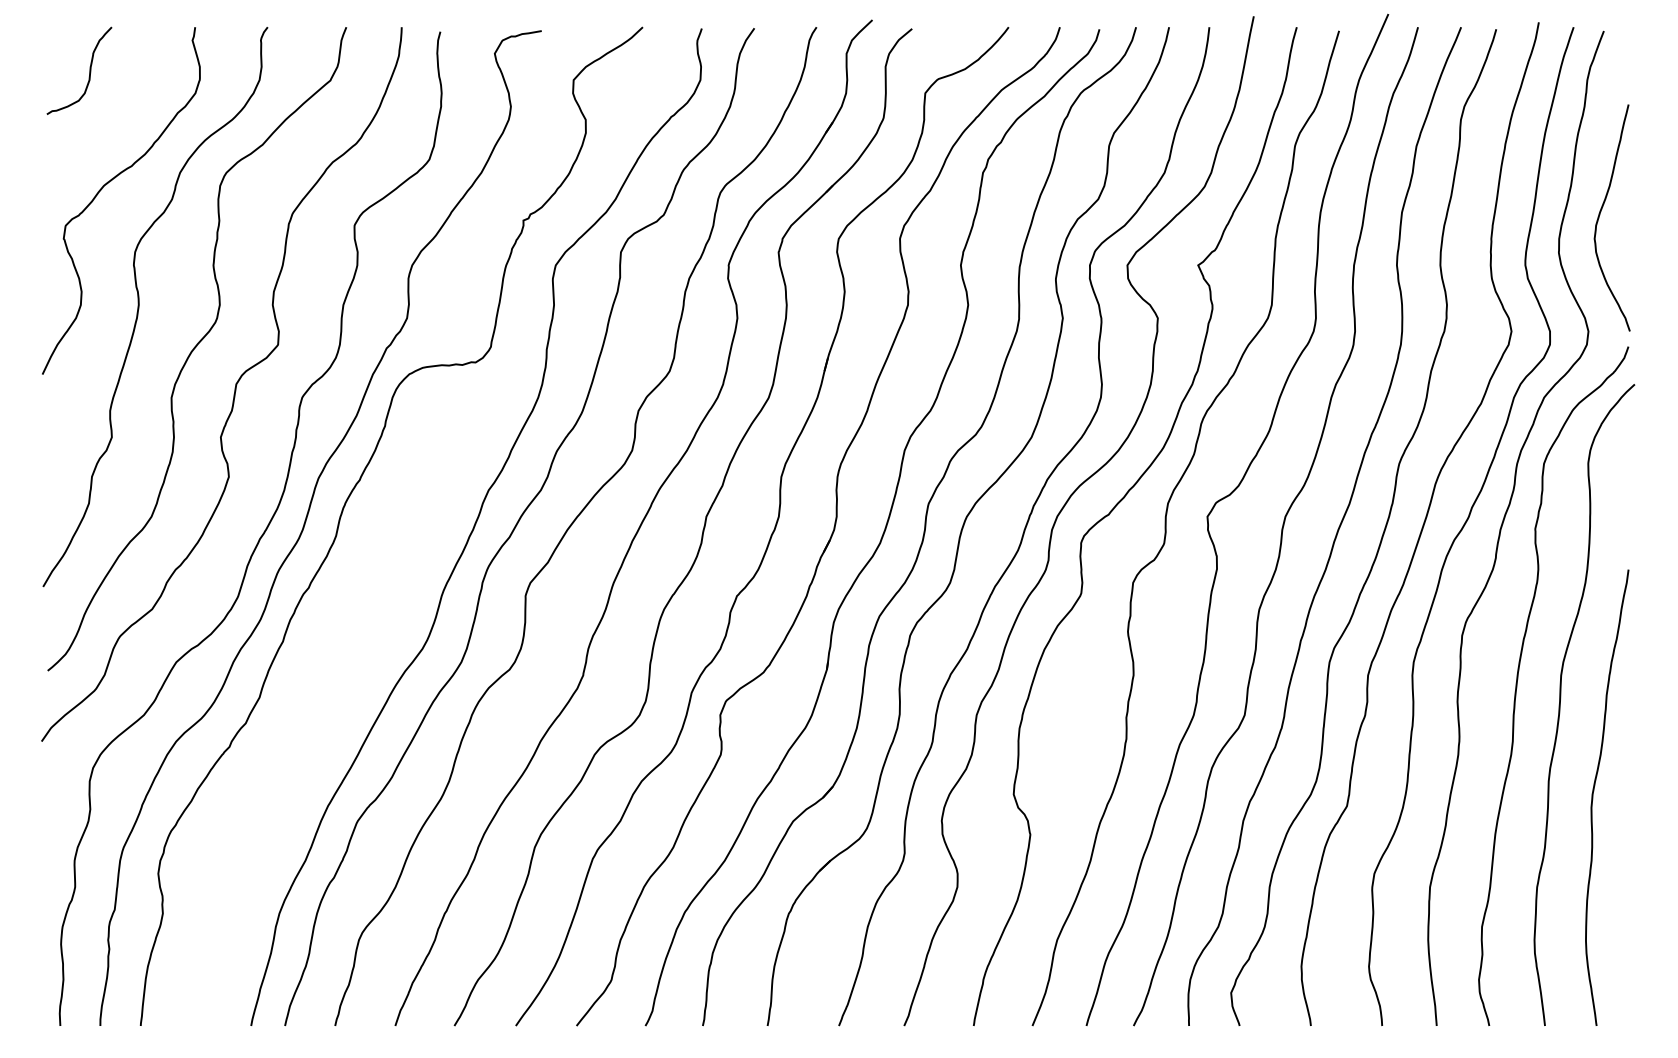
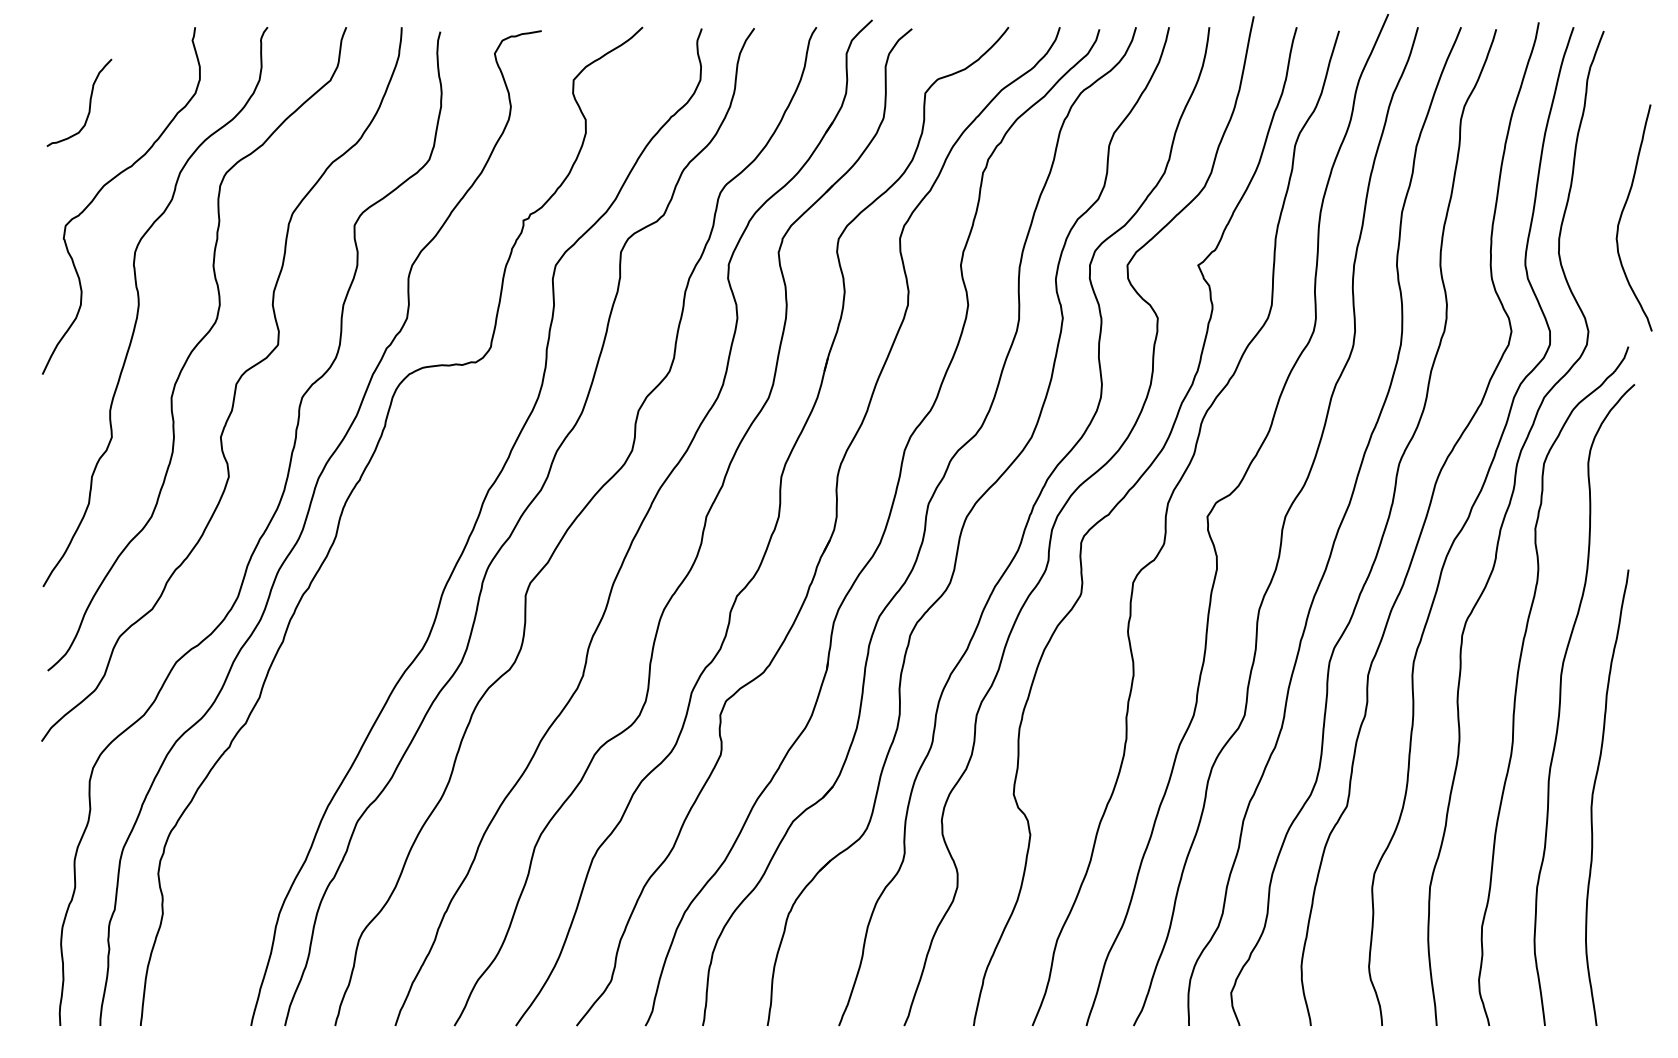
curve at (89, 70) position: (89, 70) -> (89, 102)
curve at (1600, 215) position: (1600, 215) -> (1622, 215)
